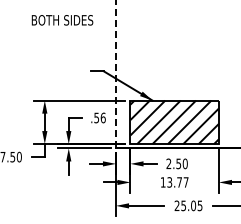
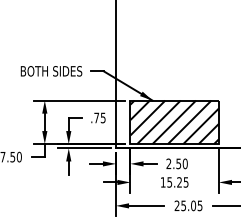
text at (62, 20) position: (62, 20) -> (51, 71)
line at (116, 73): dashed -> solid
text at (99, 117): .56 -> .75
text at (177, 182): 13.77 -> 15.25
